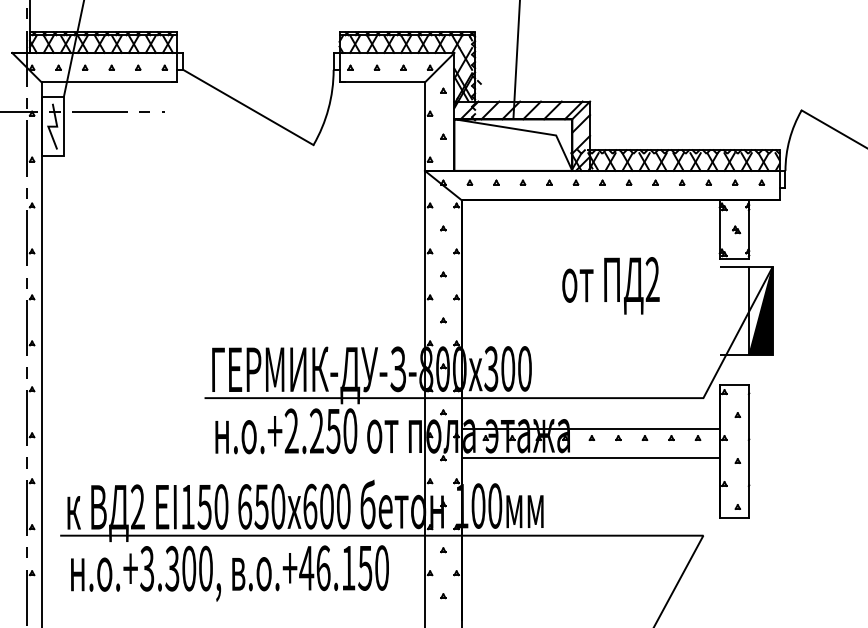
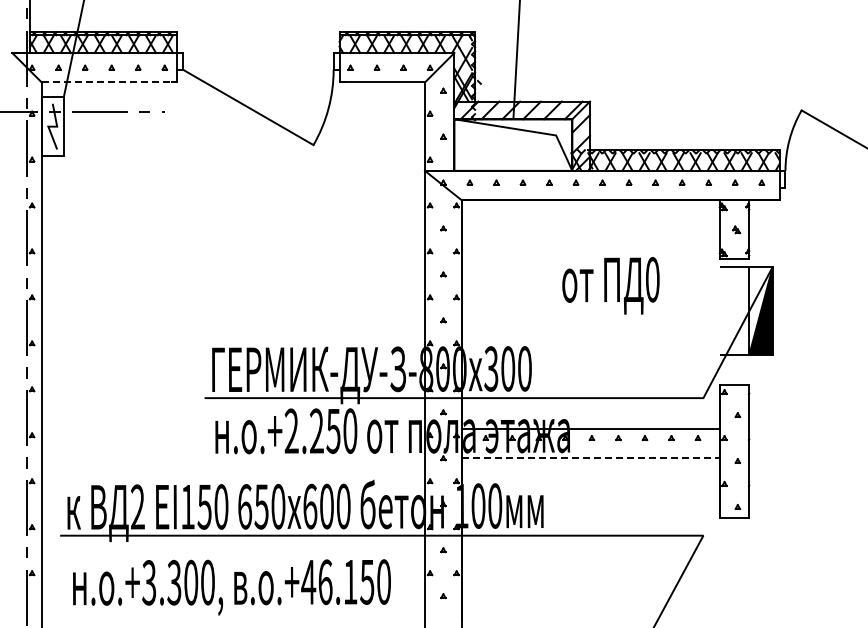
line at (109, 82): solid -> dashed
text at (652, 279): 2 -> 0
line at (590, 458): solid -> dashed
text at (229, 573) position: (229, 573) -> (231, 587)
